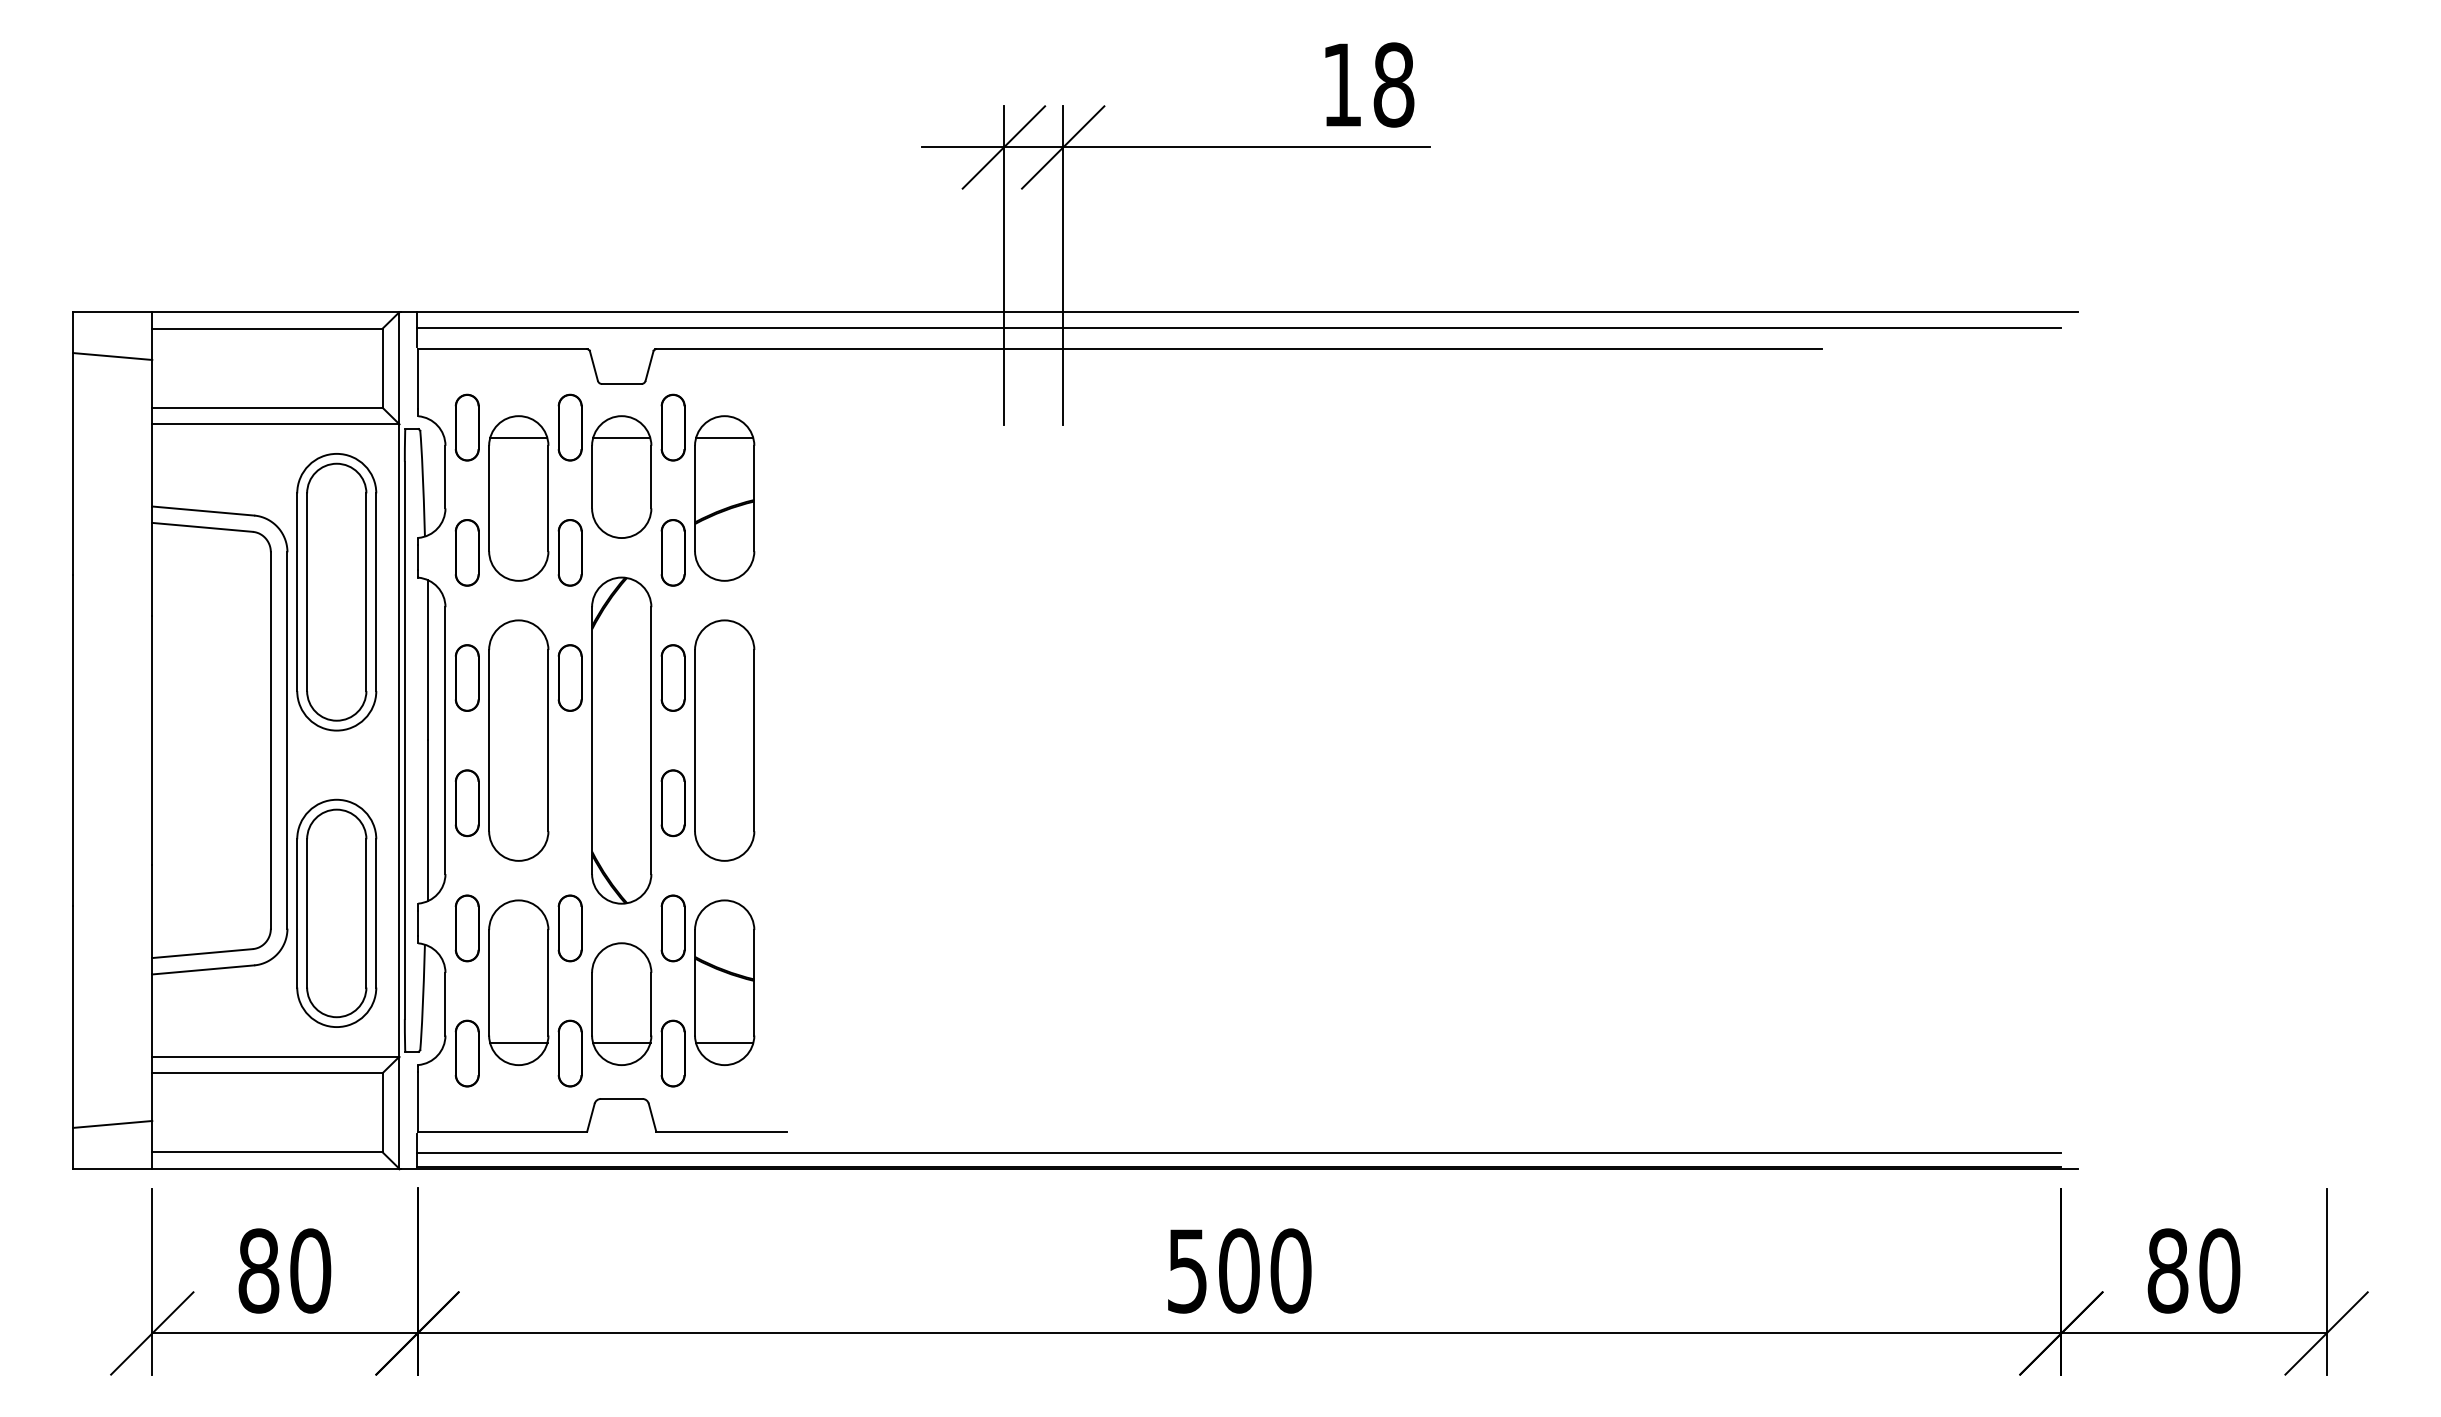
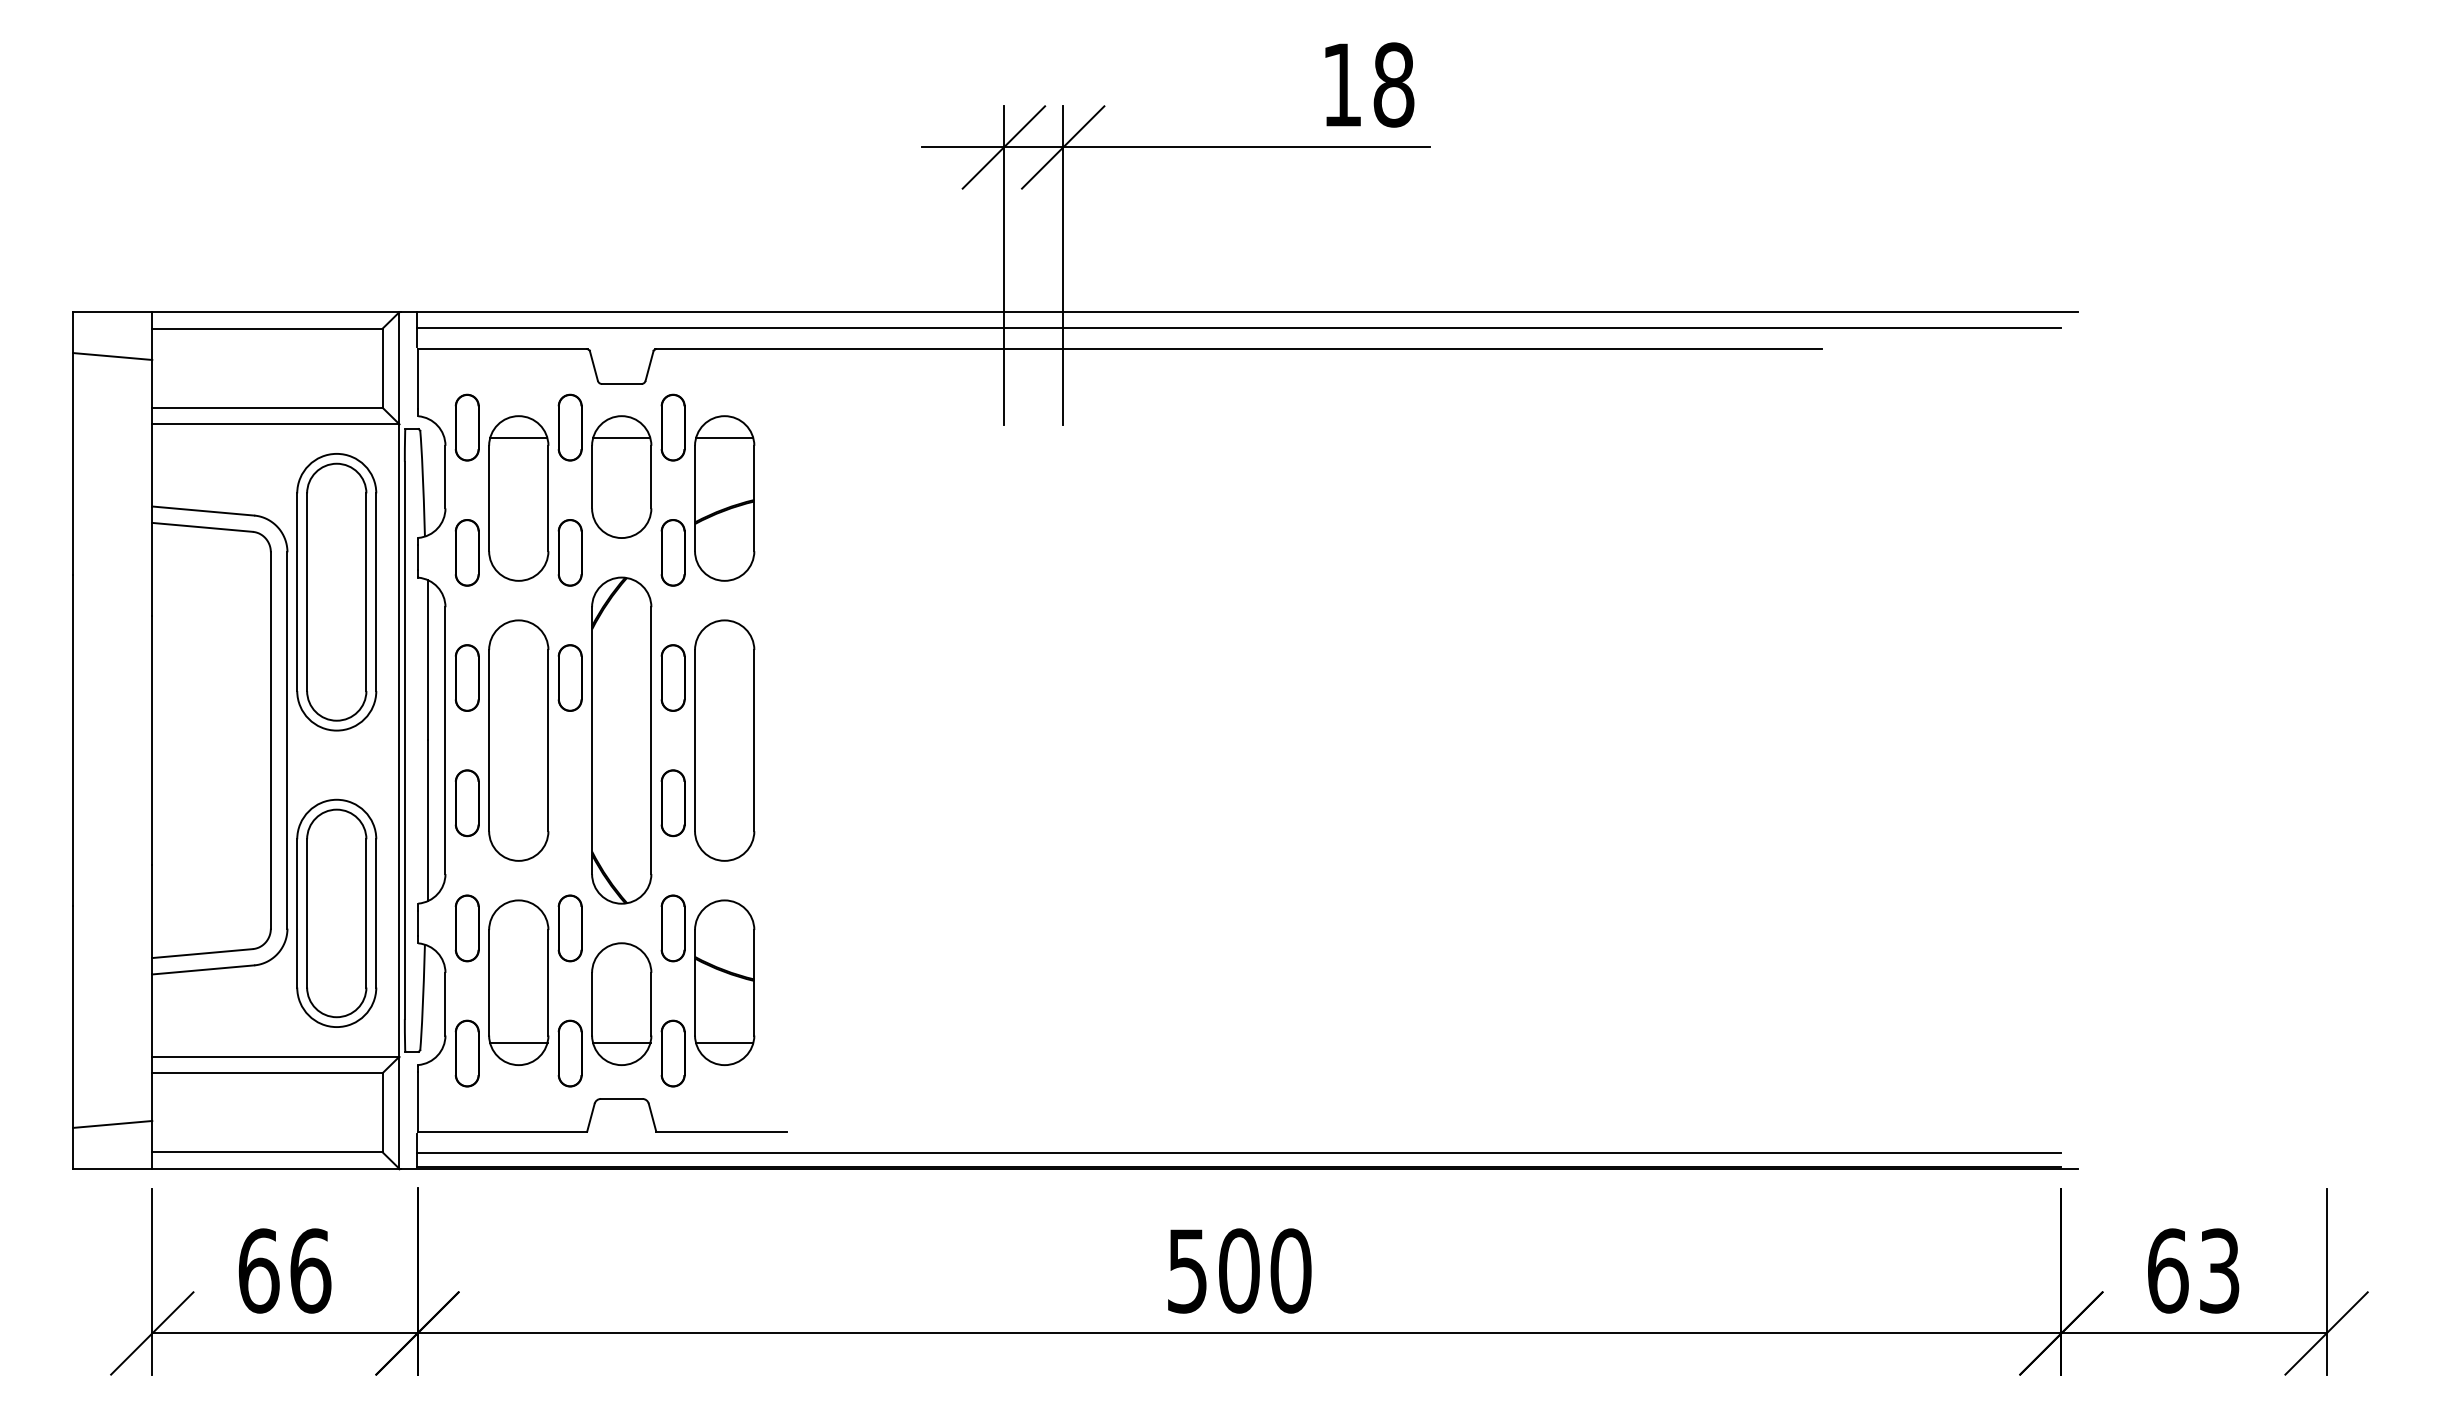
text at (284, 1270): 80 -> 66
text at (2193, 1270): 80 -> 63
